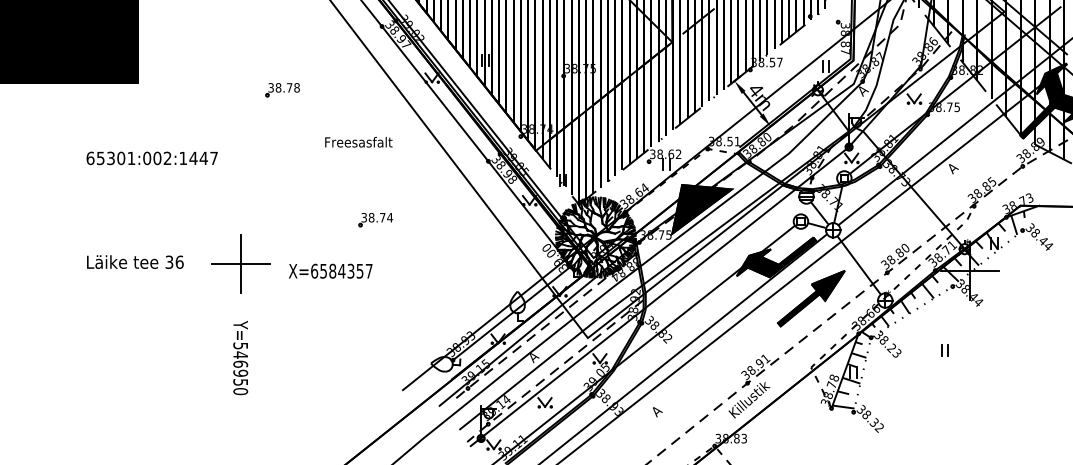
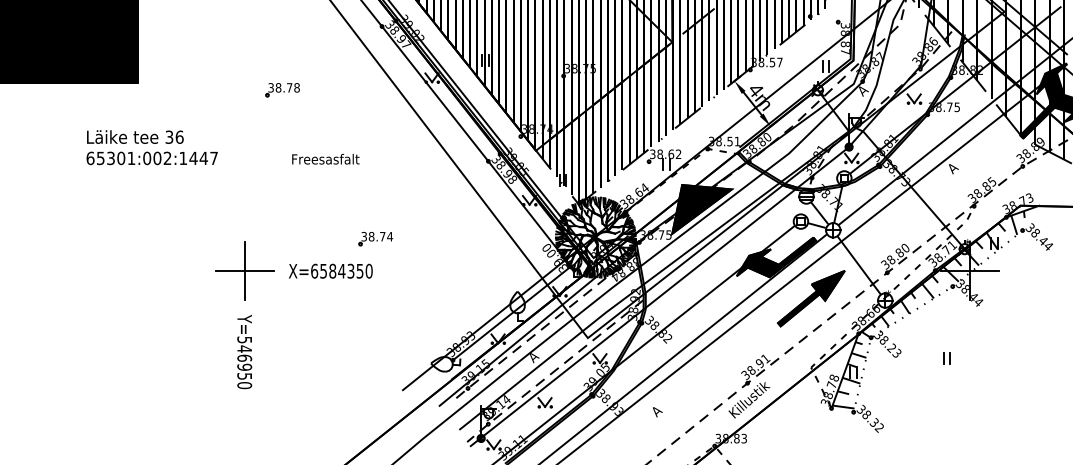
text at (358, 142) position: (358, 142) -> (325, 159)
part at (375, 220) position: (375, 220) -> (375, 239)
text at (135, 261) position: (135, 261) -> (135, 136)
part at (240, 263) position: (240, 263) -> (244, 270)
text at (368, 270): X=6584357 -> X=6584350
part at (944, 350) position: (944, 350) -> (946, 358)
text at (240, 358) position: (240, 358) -> (244, 352)
